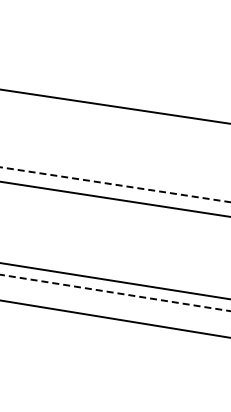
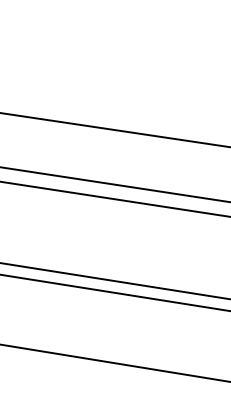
line at (114, 106) position: (114, 106) -> (114, 129)
line at (114, 184): dashed -> solid
line at (114, 292): dashed -> solid
line at (114, 318) position: (114, 318) -> (114, 362)
